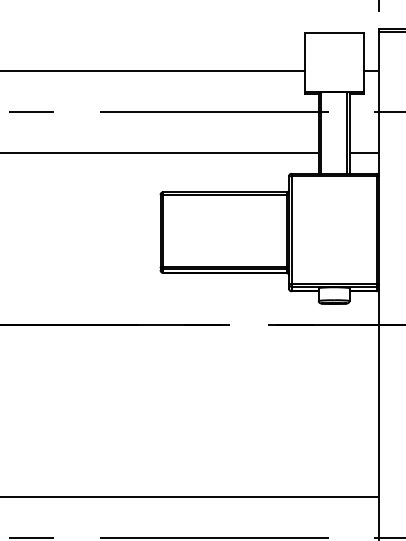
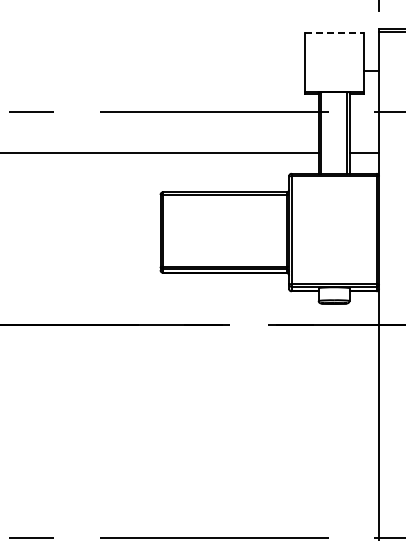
line at (334, 32): solid -> dashed
line at (153, 71): present -> none
line at (190, 496): present -> none
